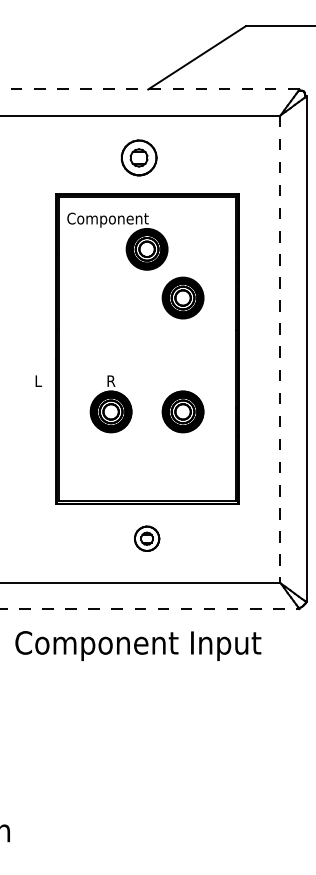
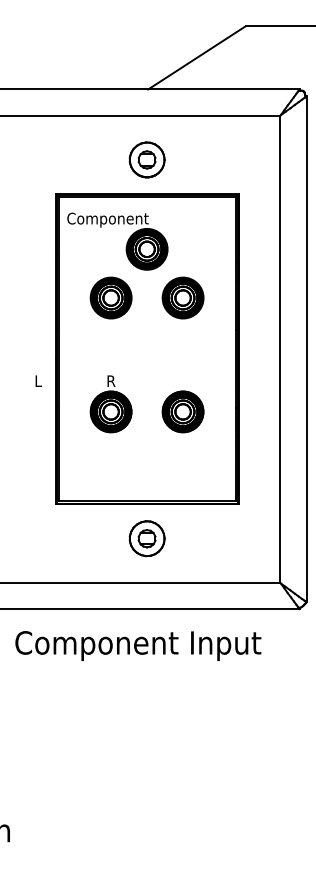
line at (149, 89): dashed -> solid
part at (138, 157) position: (138, 157) -> (146, 159)
part at (110, 297): none -> present
line at (280, 349): dashed -> solid
part at (147, 538) size: 27x27 px -> 38x38 px
line at (150, 609): dashed -> solid
